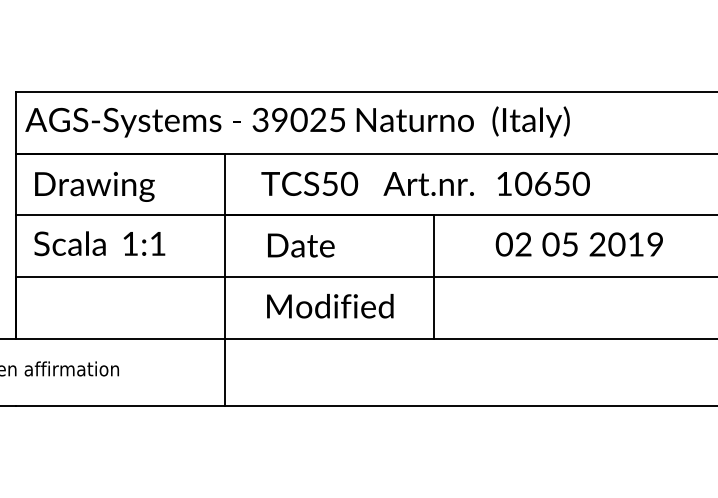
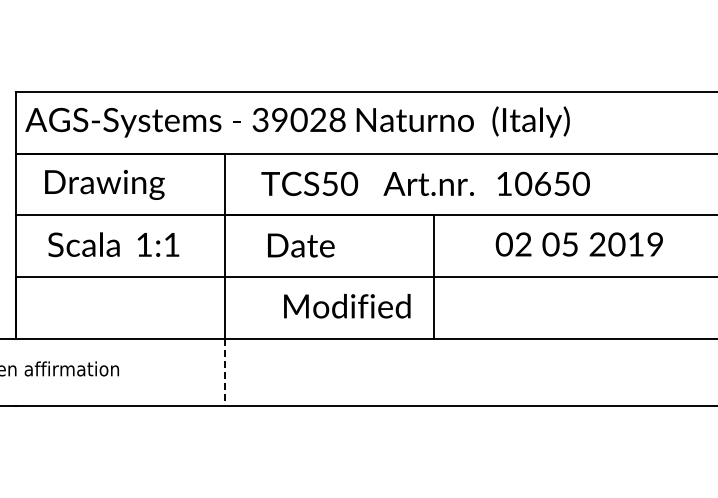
text at (337, 119): 39025 -> 39028
text at (94, 186) position: (94, 186) -> (104, 184)
text at (99, 243) position: (99, 243) -> (113, 244)
text at (330, 306) position: (330, 306) -> (347, 306)
line at (224, 372): solid -> dashed
